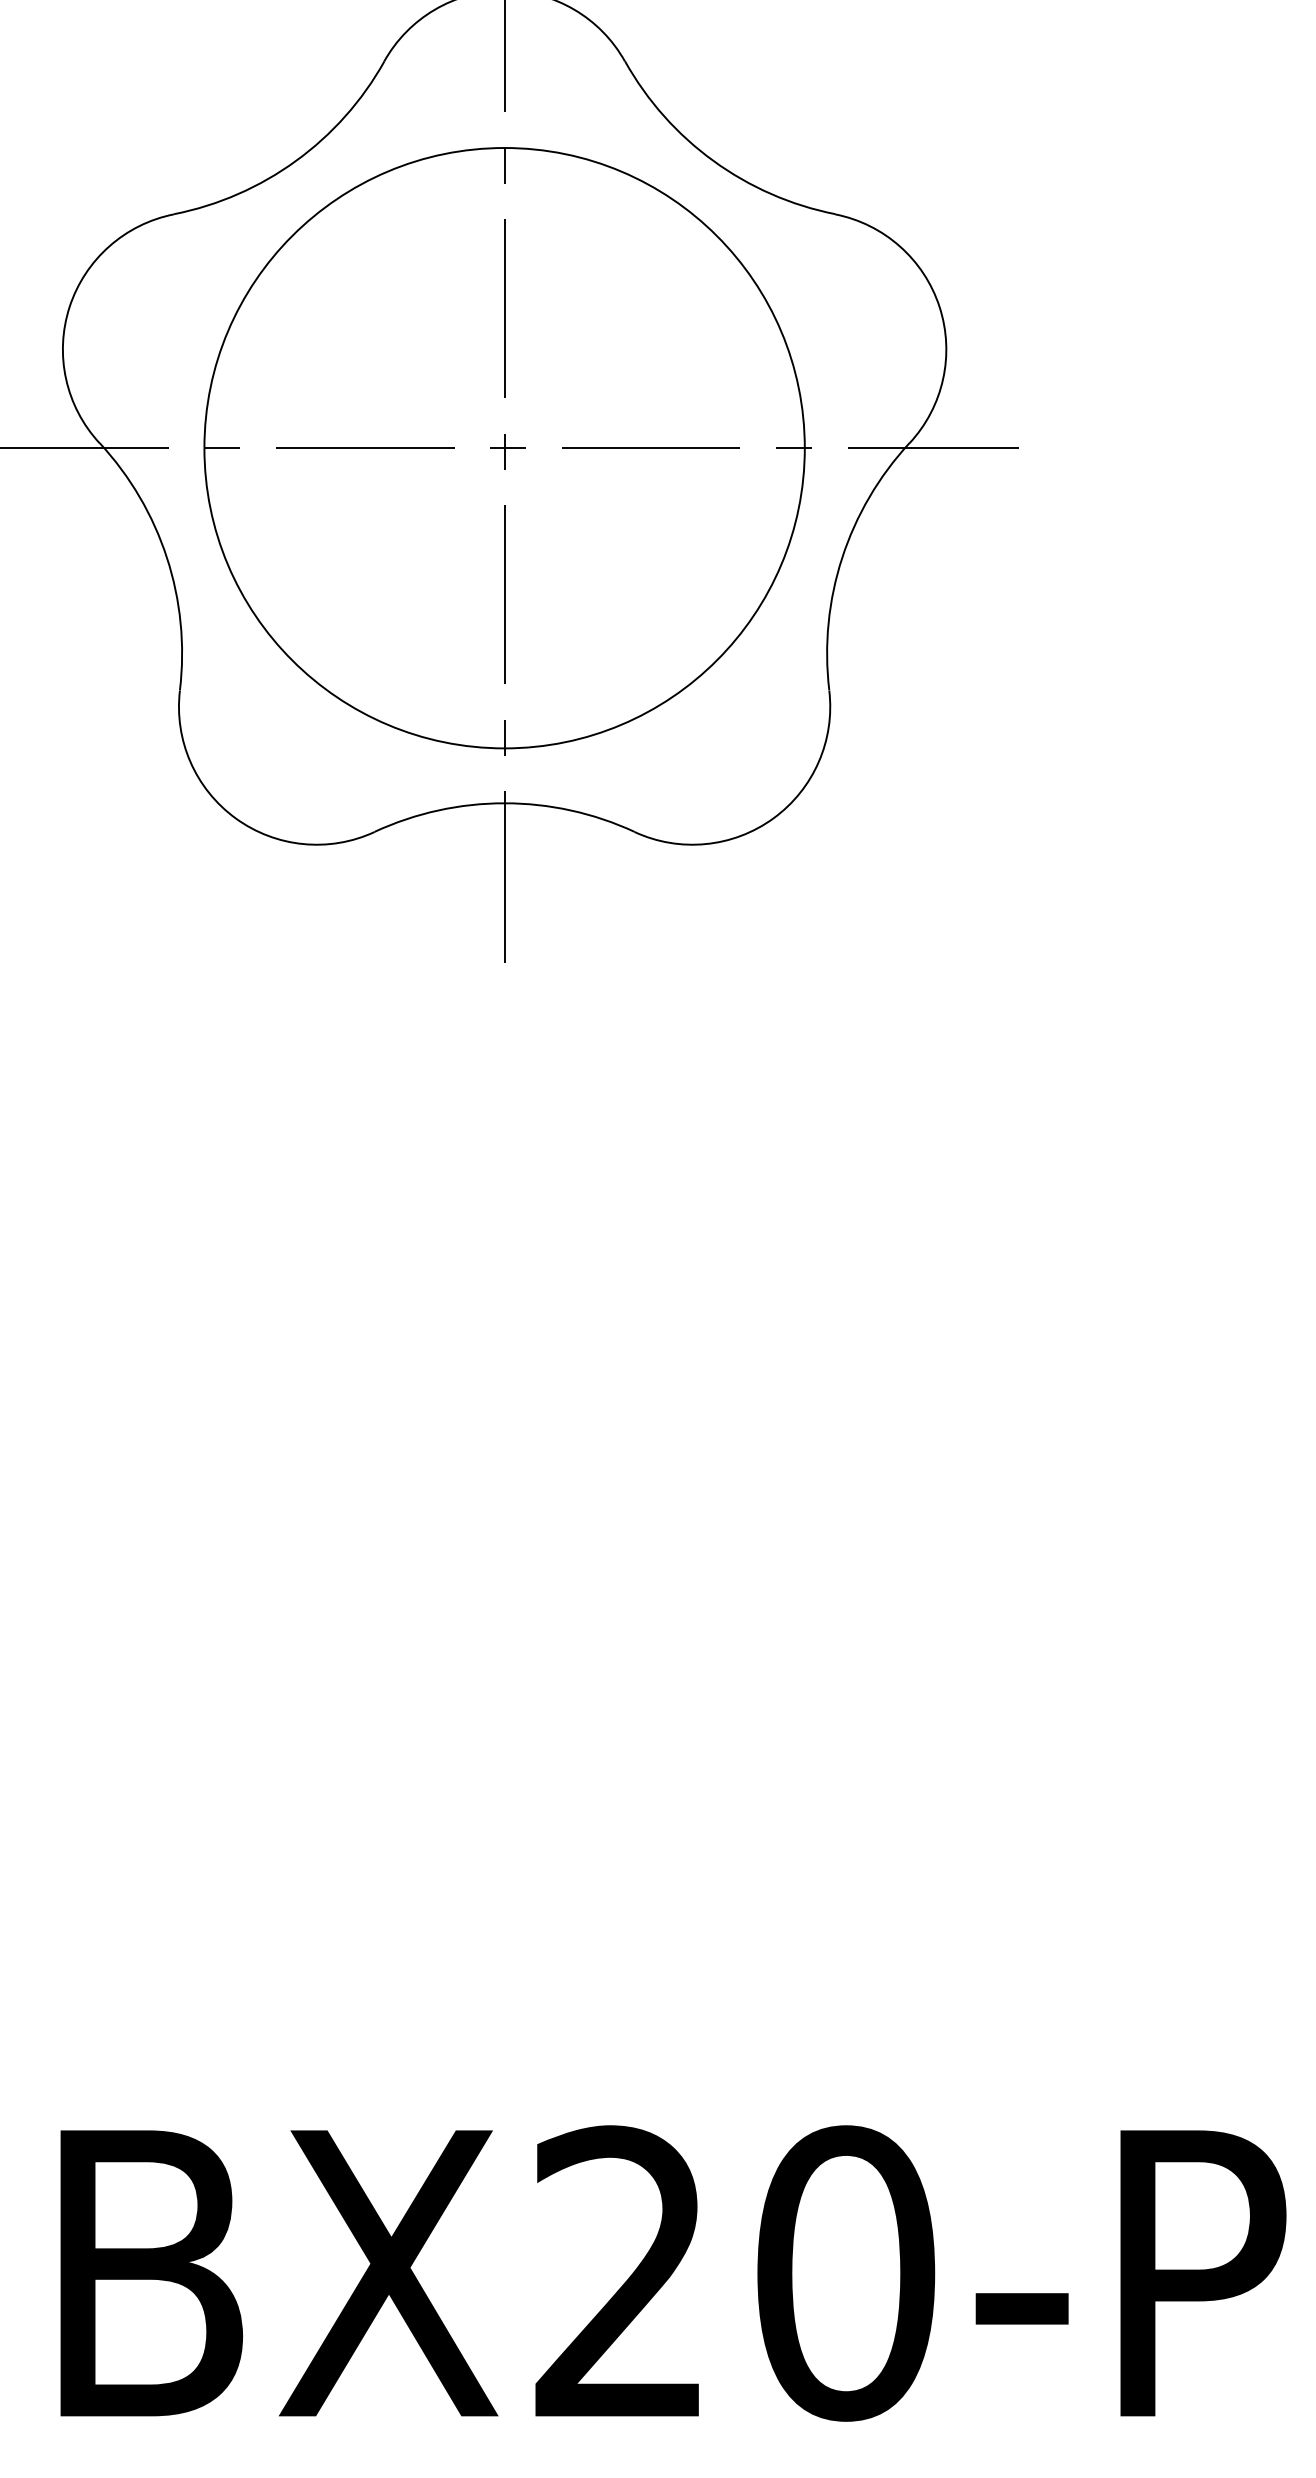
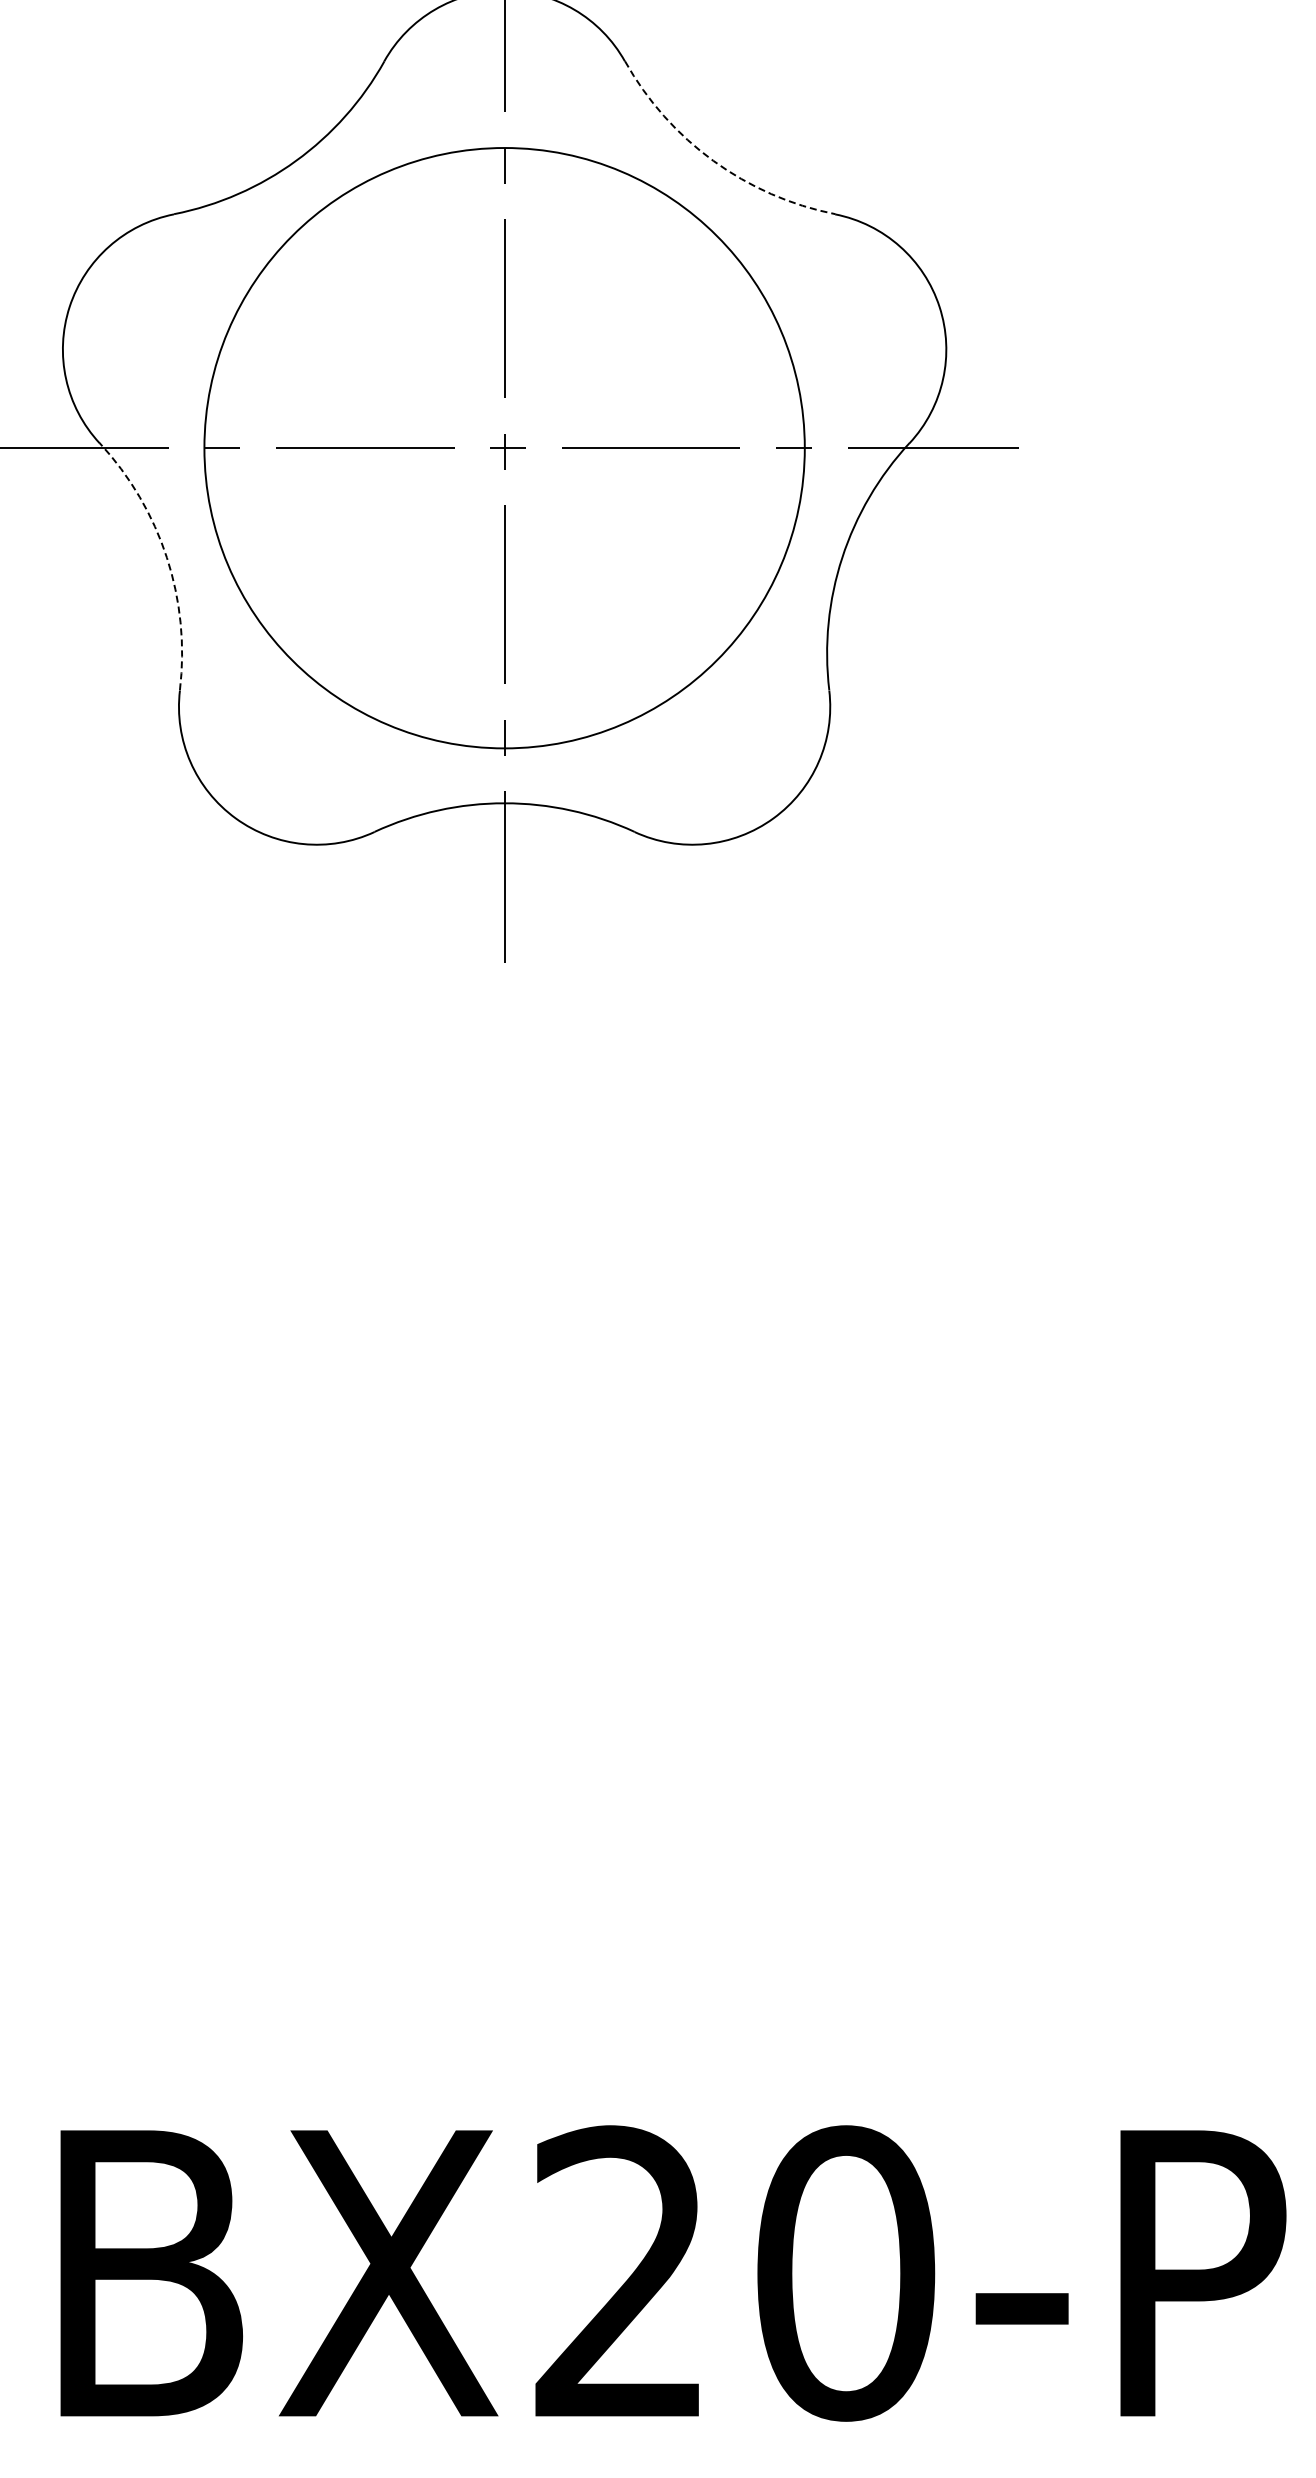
arc at (713, 160): solid -> dashed
arc at (166, 557): solid -> dashed
